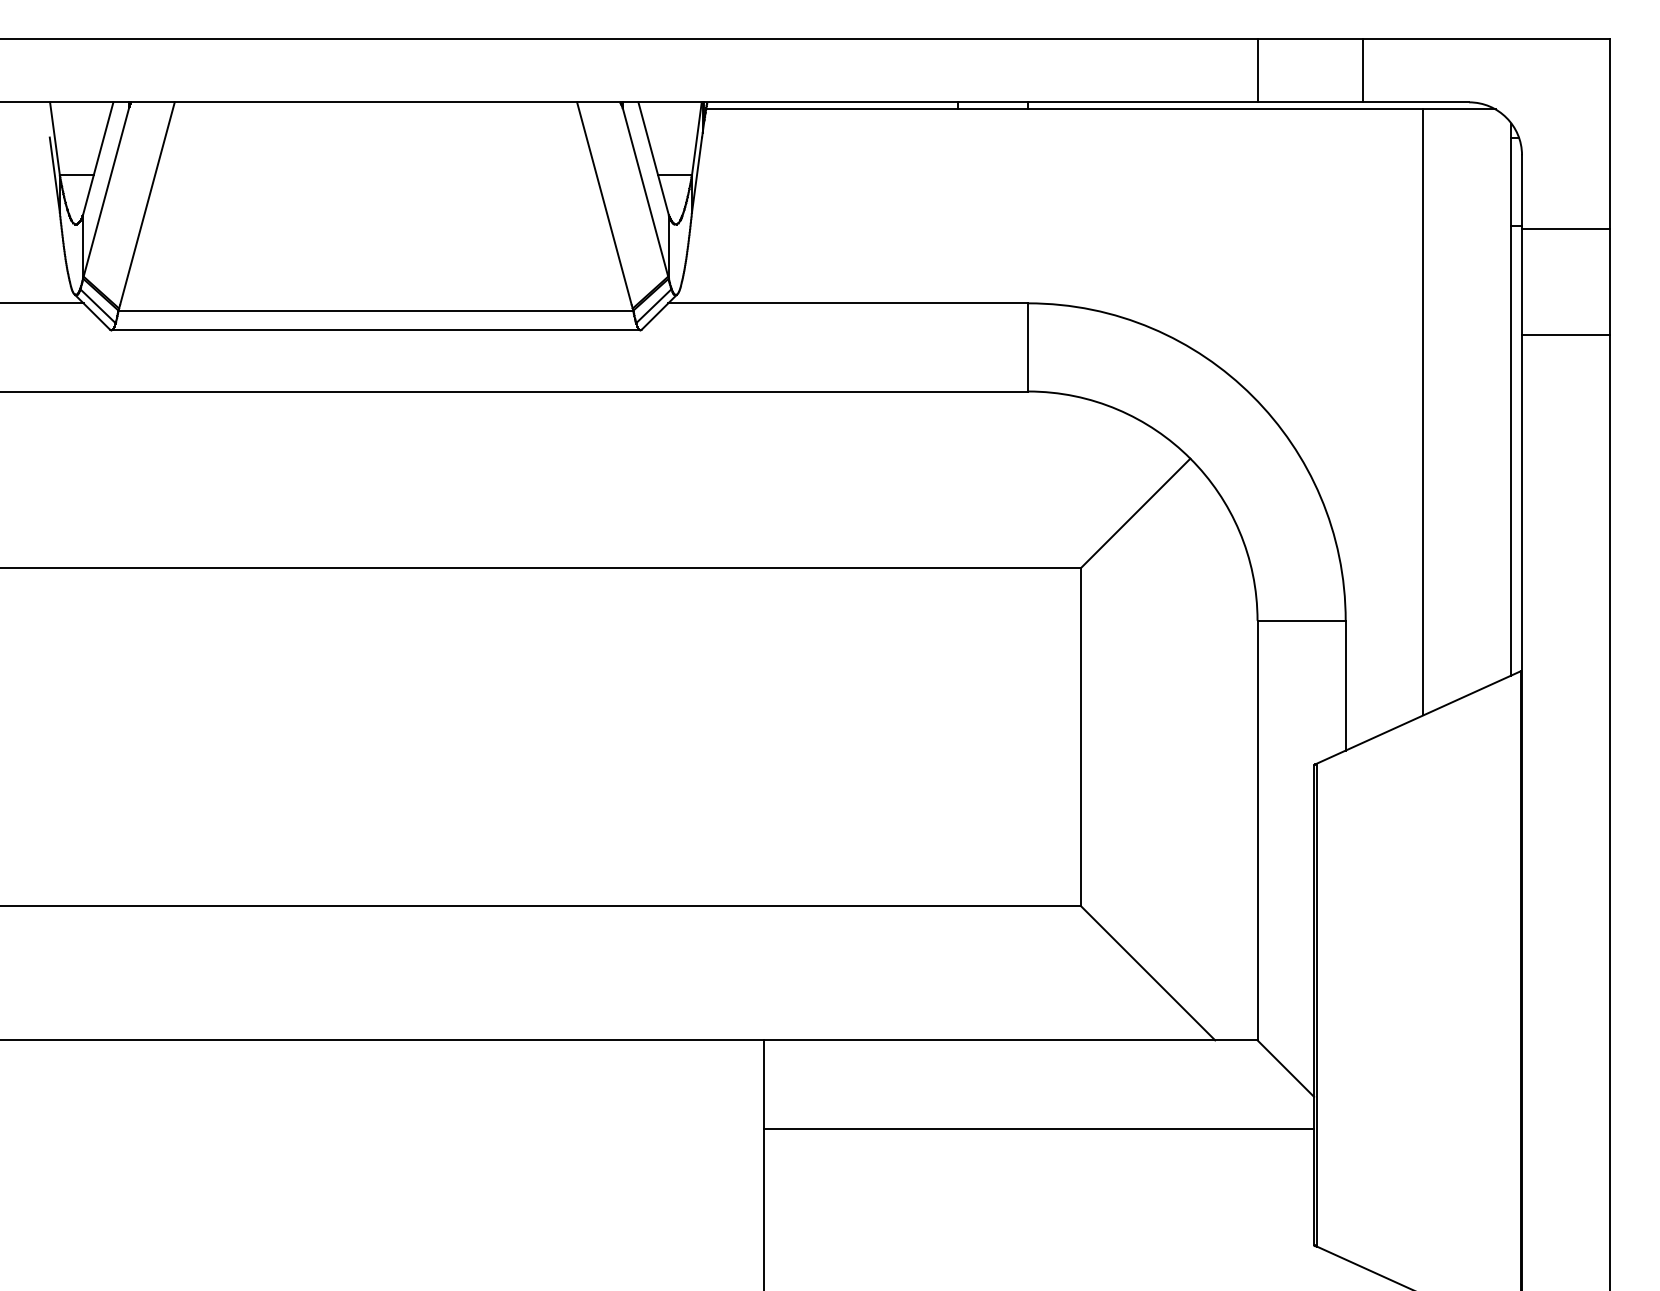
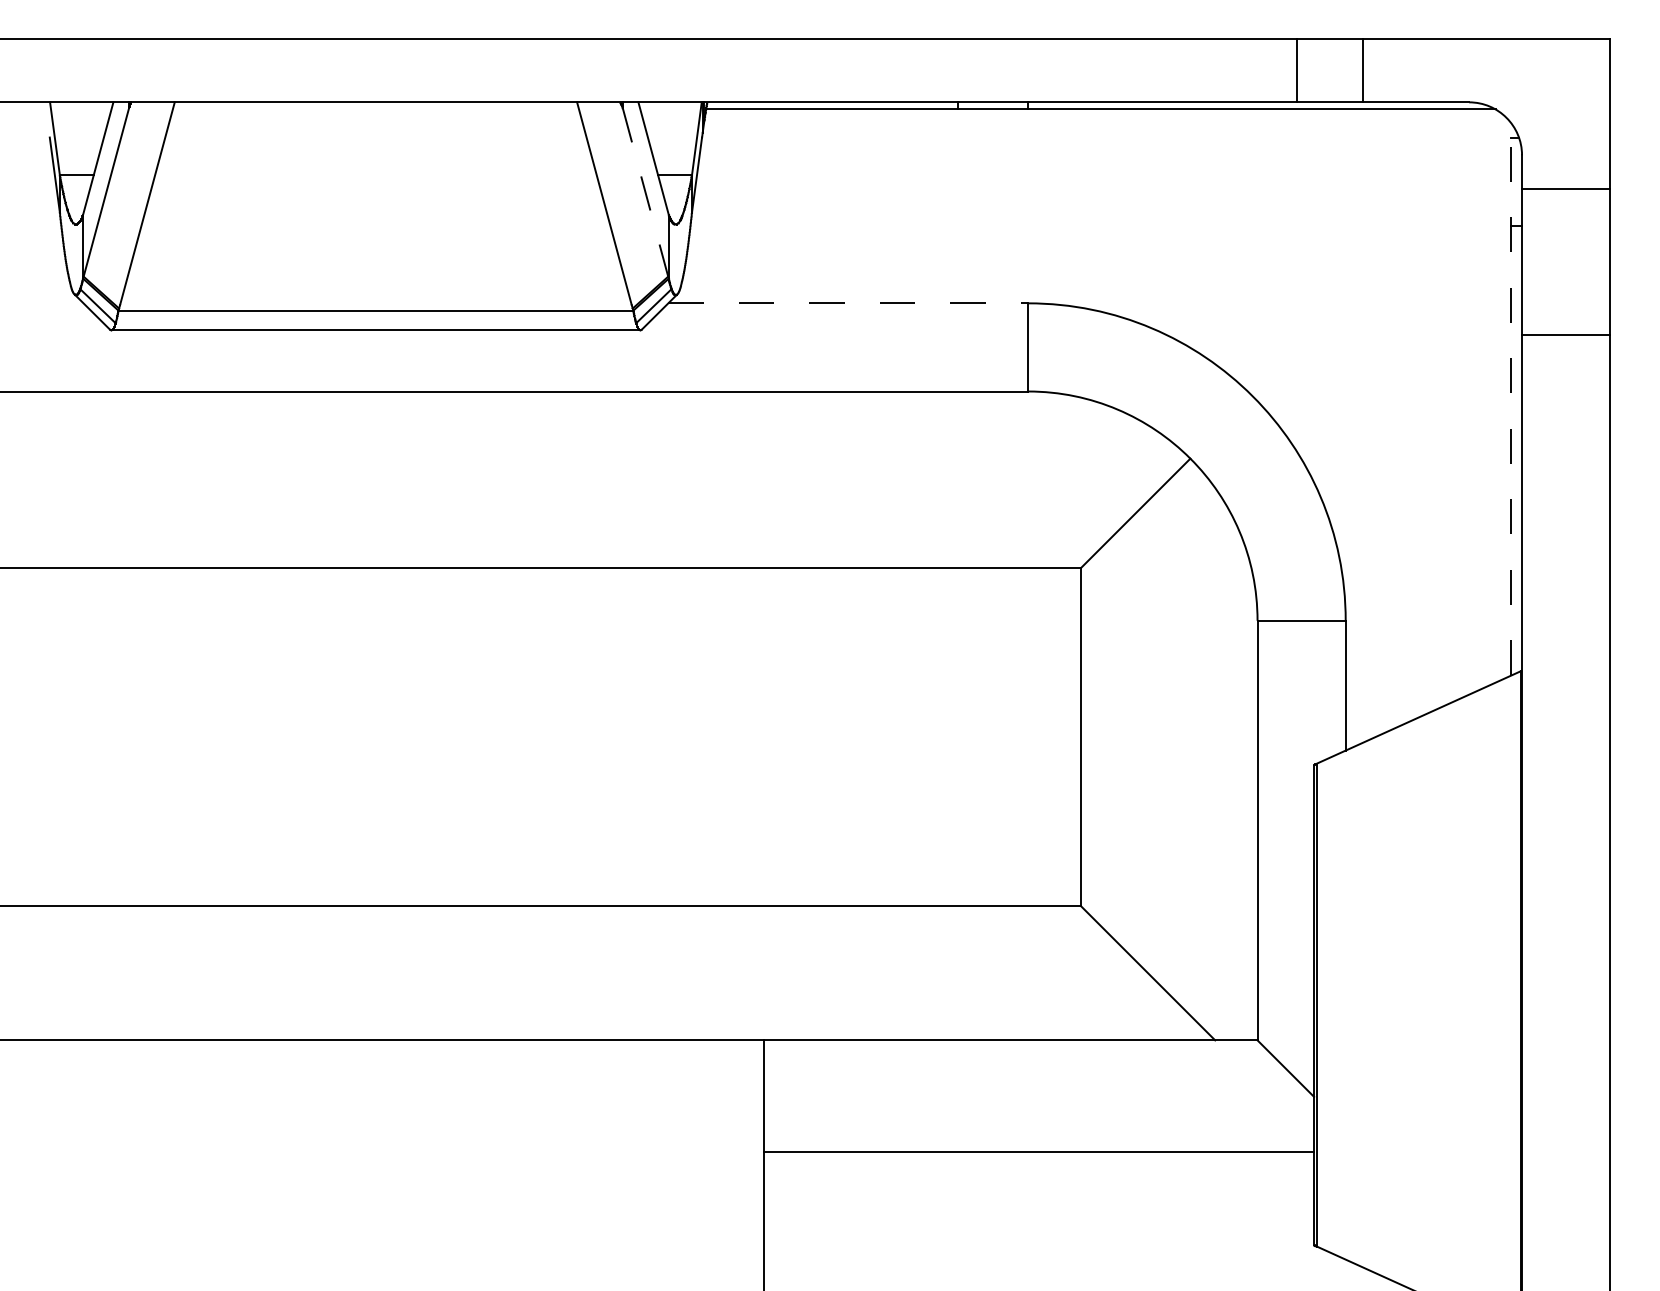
line at (1257, 70) position: (1257, 70) -> (1296, 70)
line at (645, 193): solid -> dashed
line at (1566, 229) position: (1566, 229) -> (1566, 189)
line at (42, 303): present -> none
line at (848, 303): solid -> dashed
line at (1511, 399): solid -> dashed
line at (1423, 412): present -> none
line at (1038, 1128) position: (1038, 1128) -> (1038, 1151)
